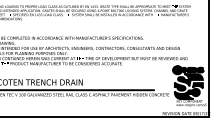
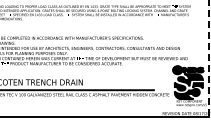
line at (209, 58): solid -> dashed
